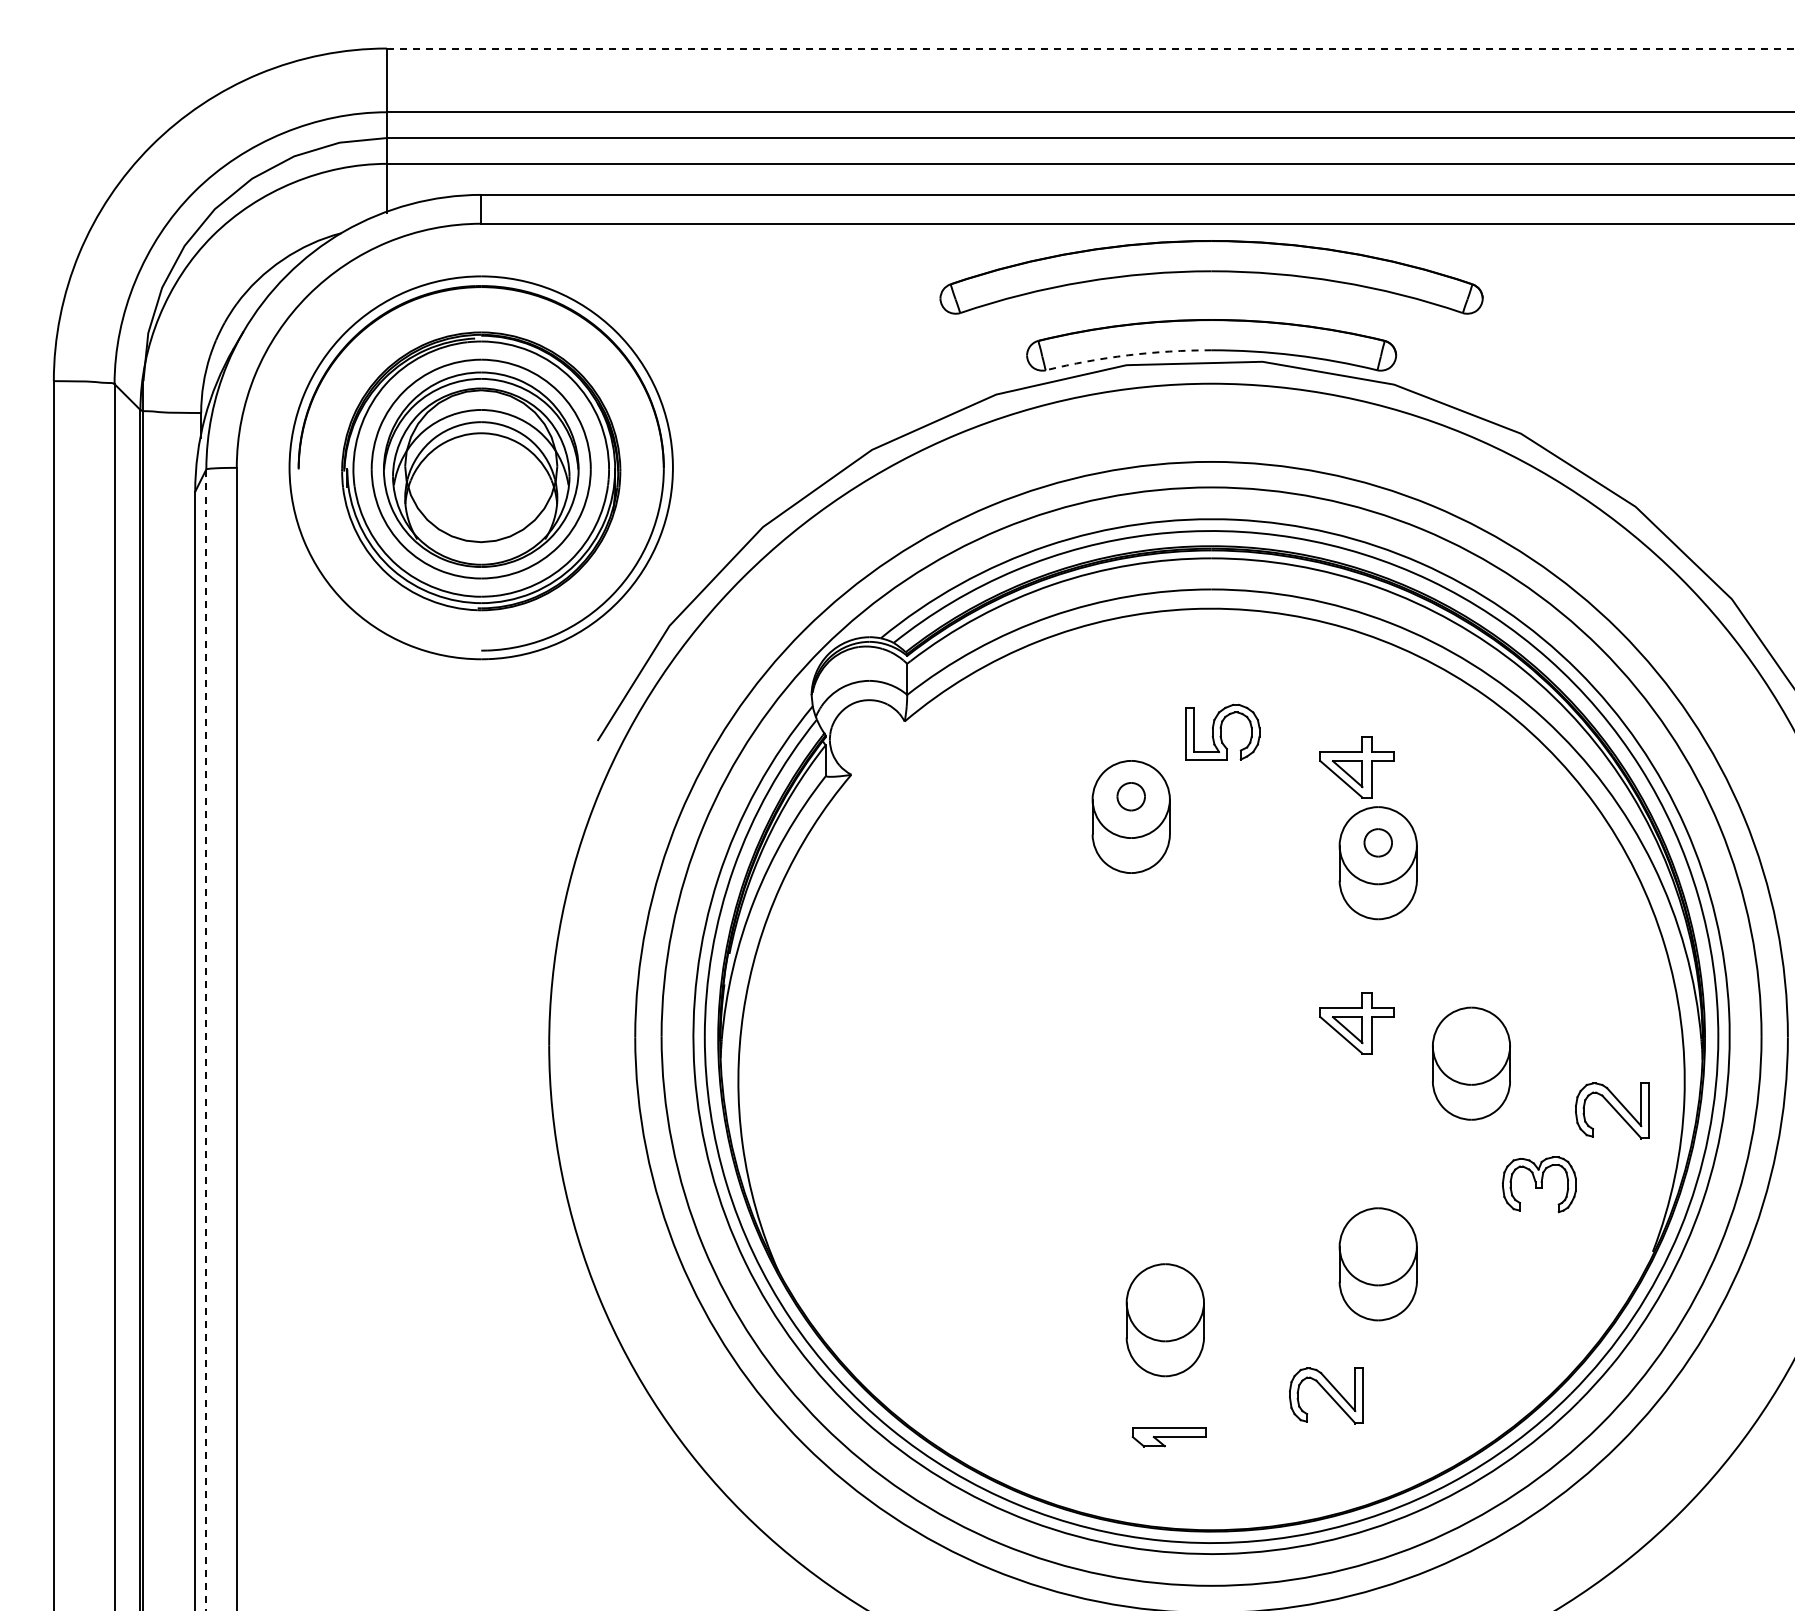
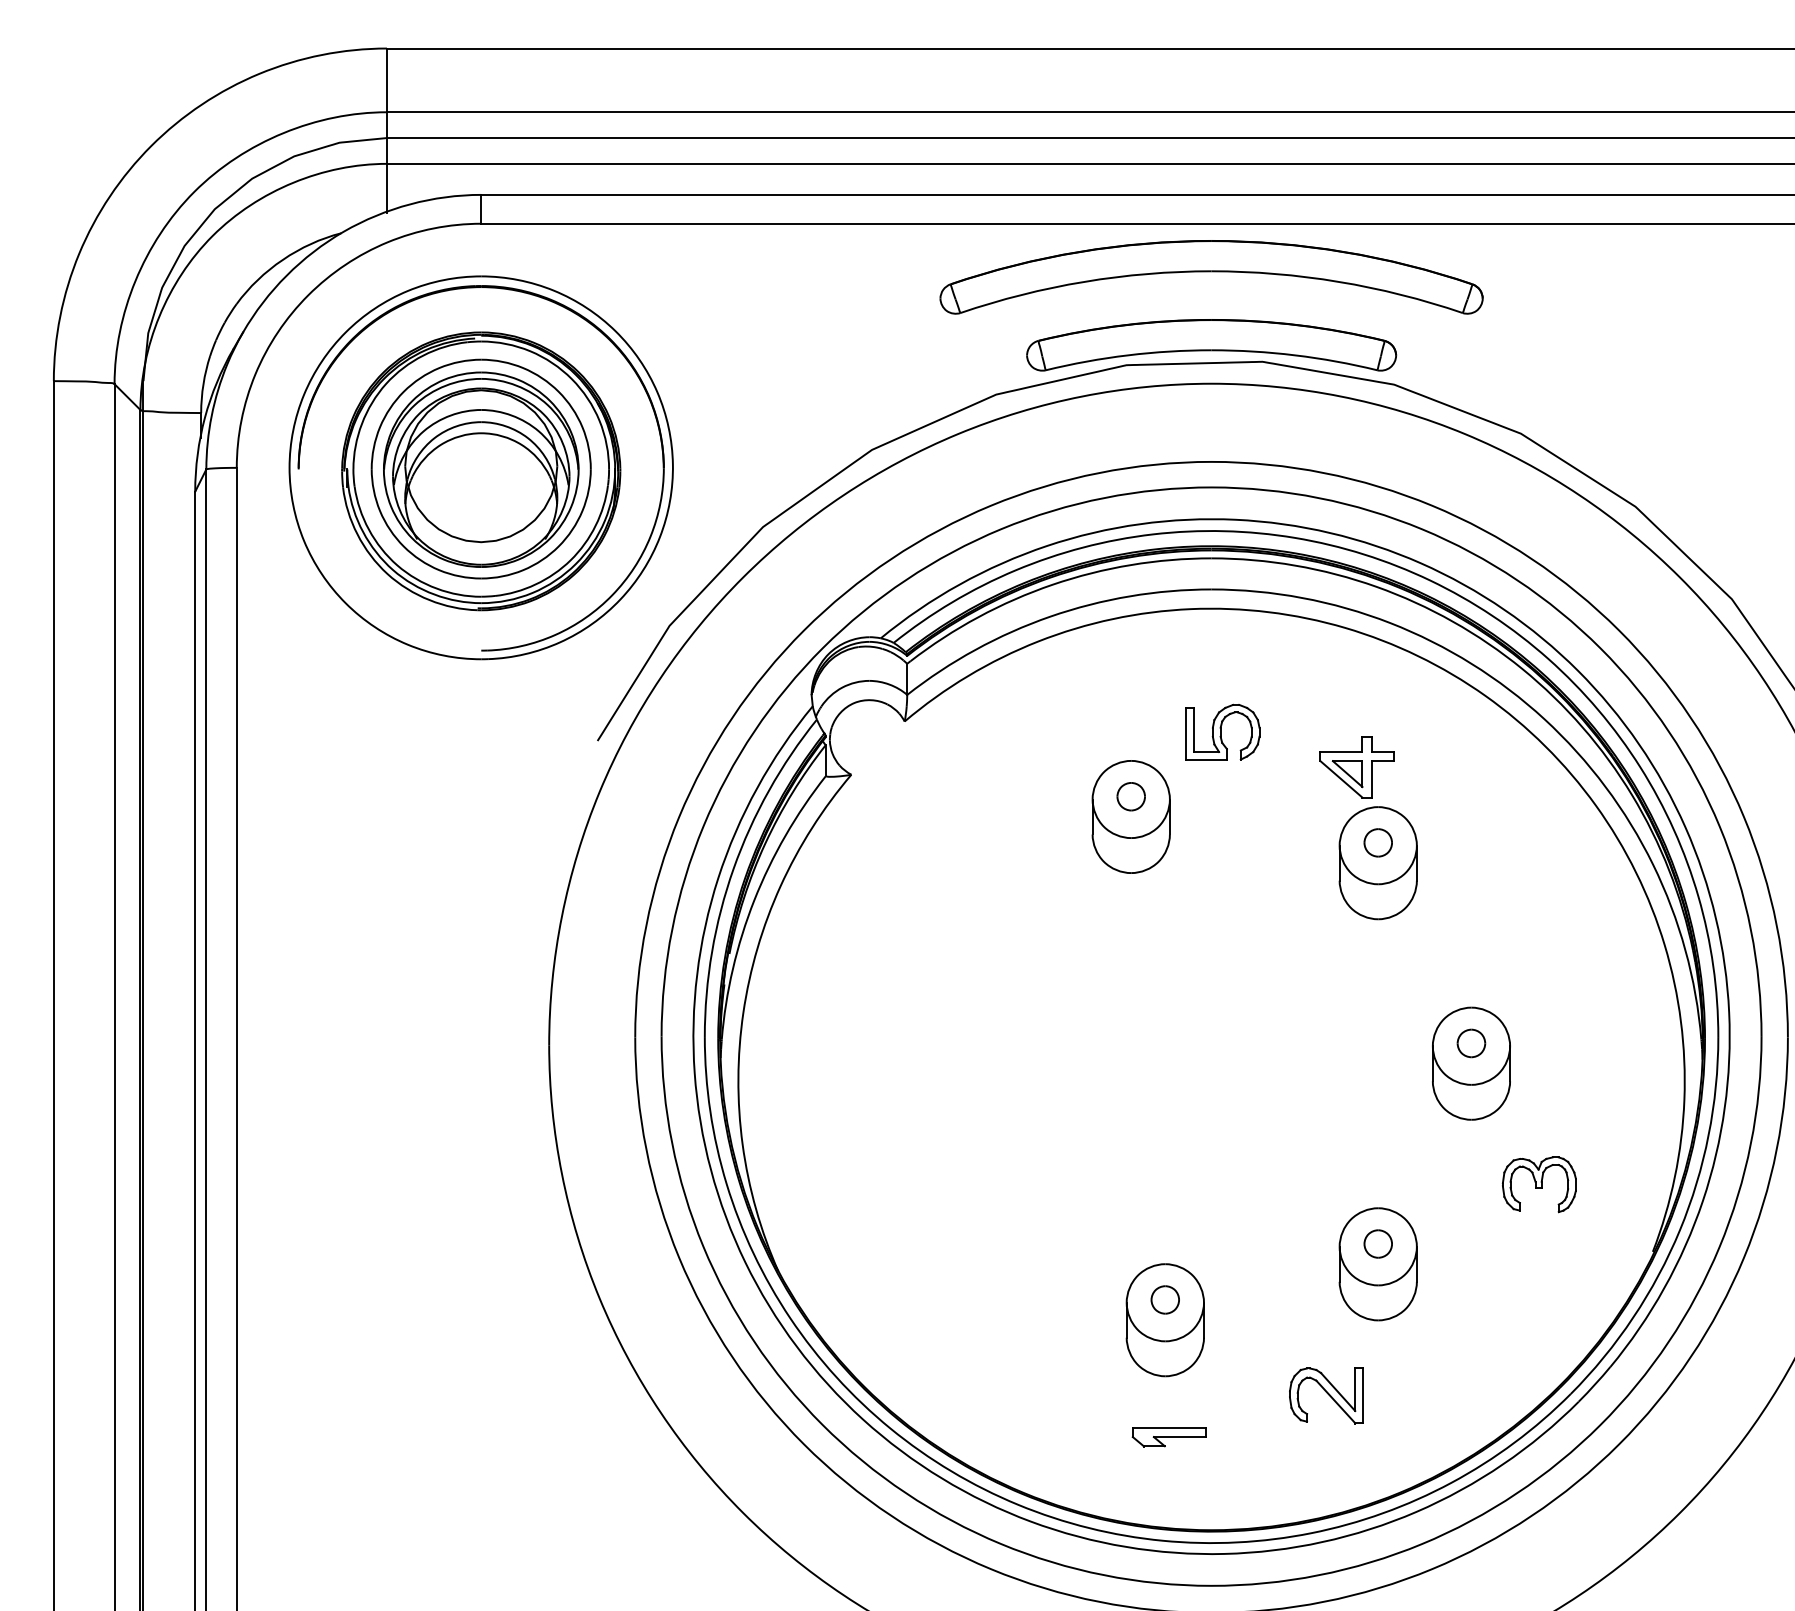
line at (1090, 48): dashed -> solid
arc at (1128, 355): dashed -> solid
part at (1356, 1023): present -> none
line at (206, 1039): dashed -> solid
part at (1471, 1043): none -> present
part at (1612, 1110): present -> none
part at (1377, 1243): none -> present
part at (1164, 1299): none -> present
